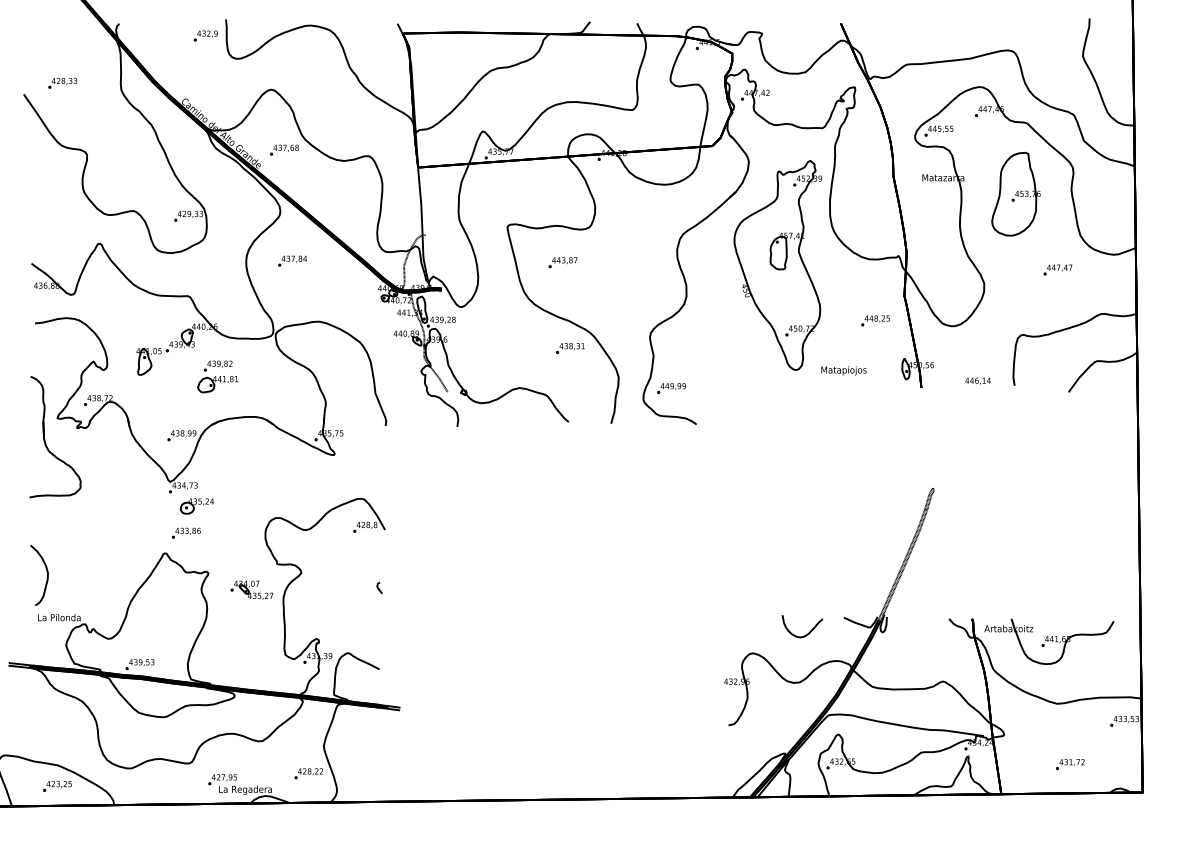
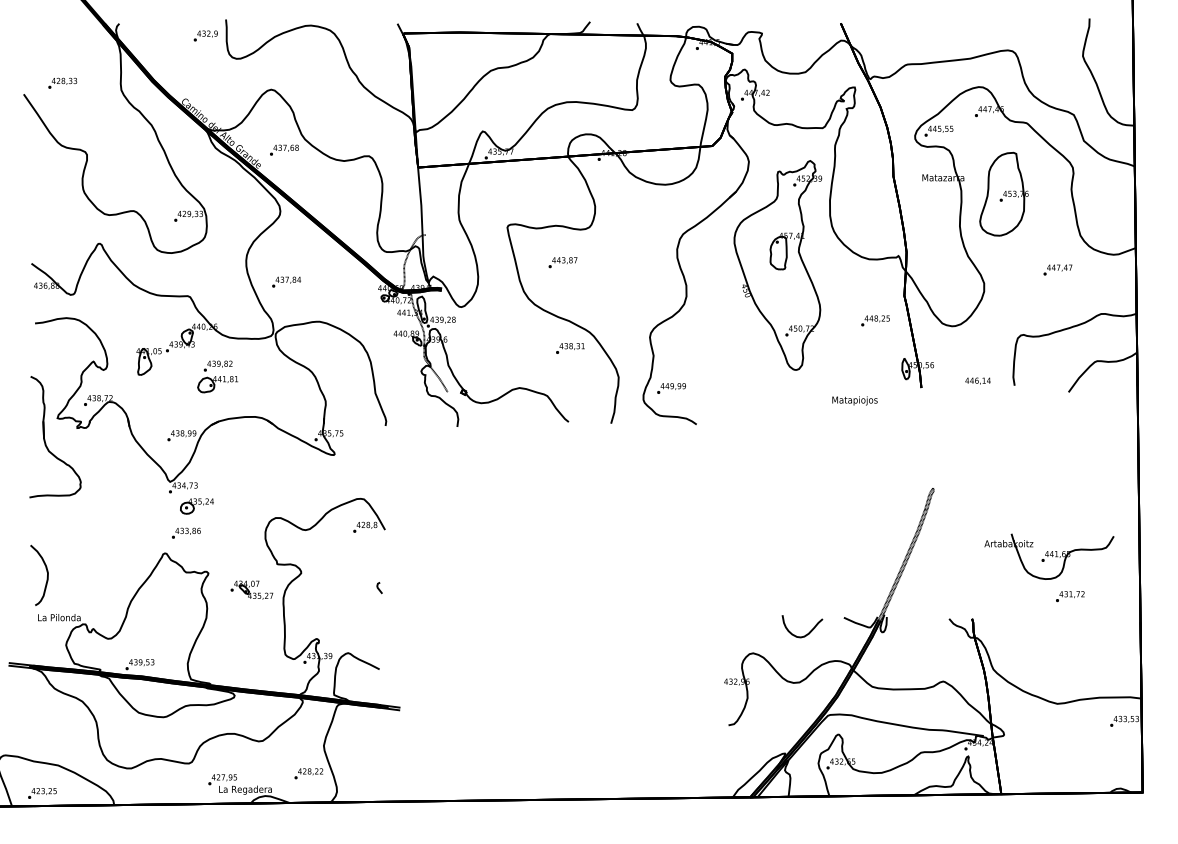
part at (1015, 193) position: (1015, 193) -> (1003, 193)
text at (292, 260) position: (292, 260) -> (286, 281)
text at (843, 370) position: (843, 370) -> (854, 400)
part at (1049, 641) position: (1049, 641) -> (1049, 556)
text at (1070, 764) position: (1070, 764) -> (1070, 596)
text at (57, 786) position: (57, 786) -> (42, 793)
